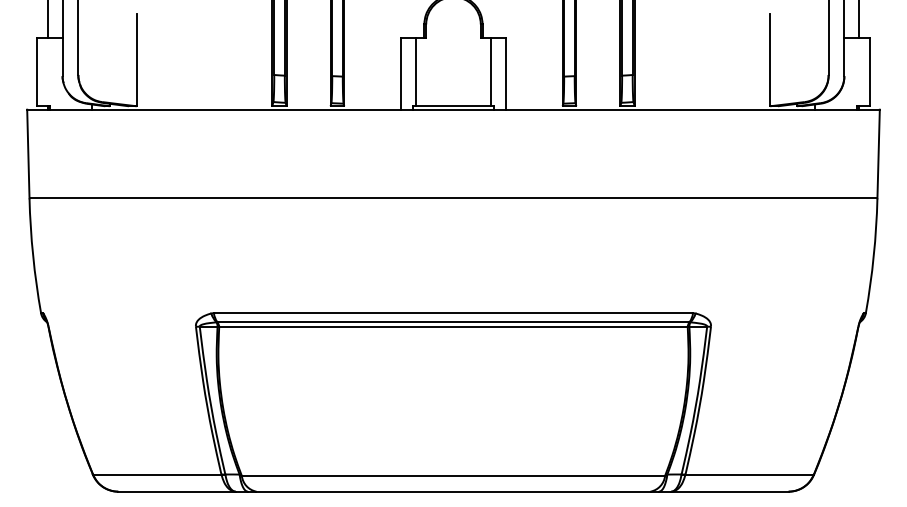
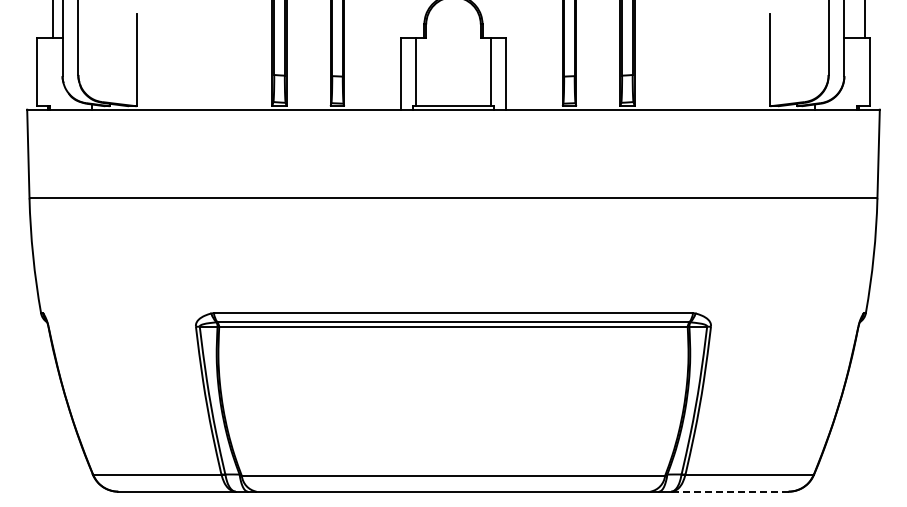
line at (47, 20) position: (47, 20) -> (52, 20)
line at (859, 20) position: (859, 20) -> (865, 20)
line at (729, 491): solid -> dashed
